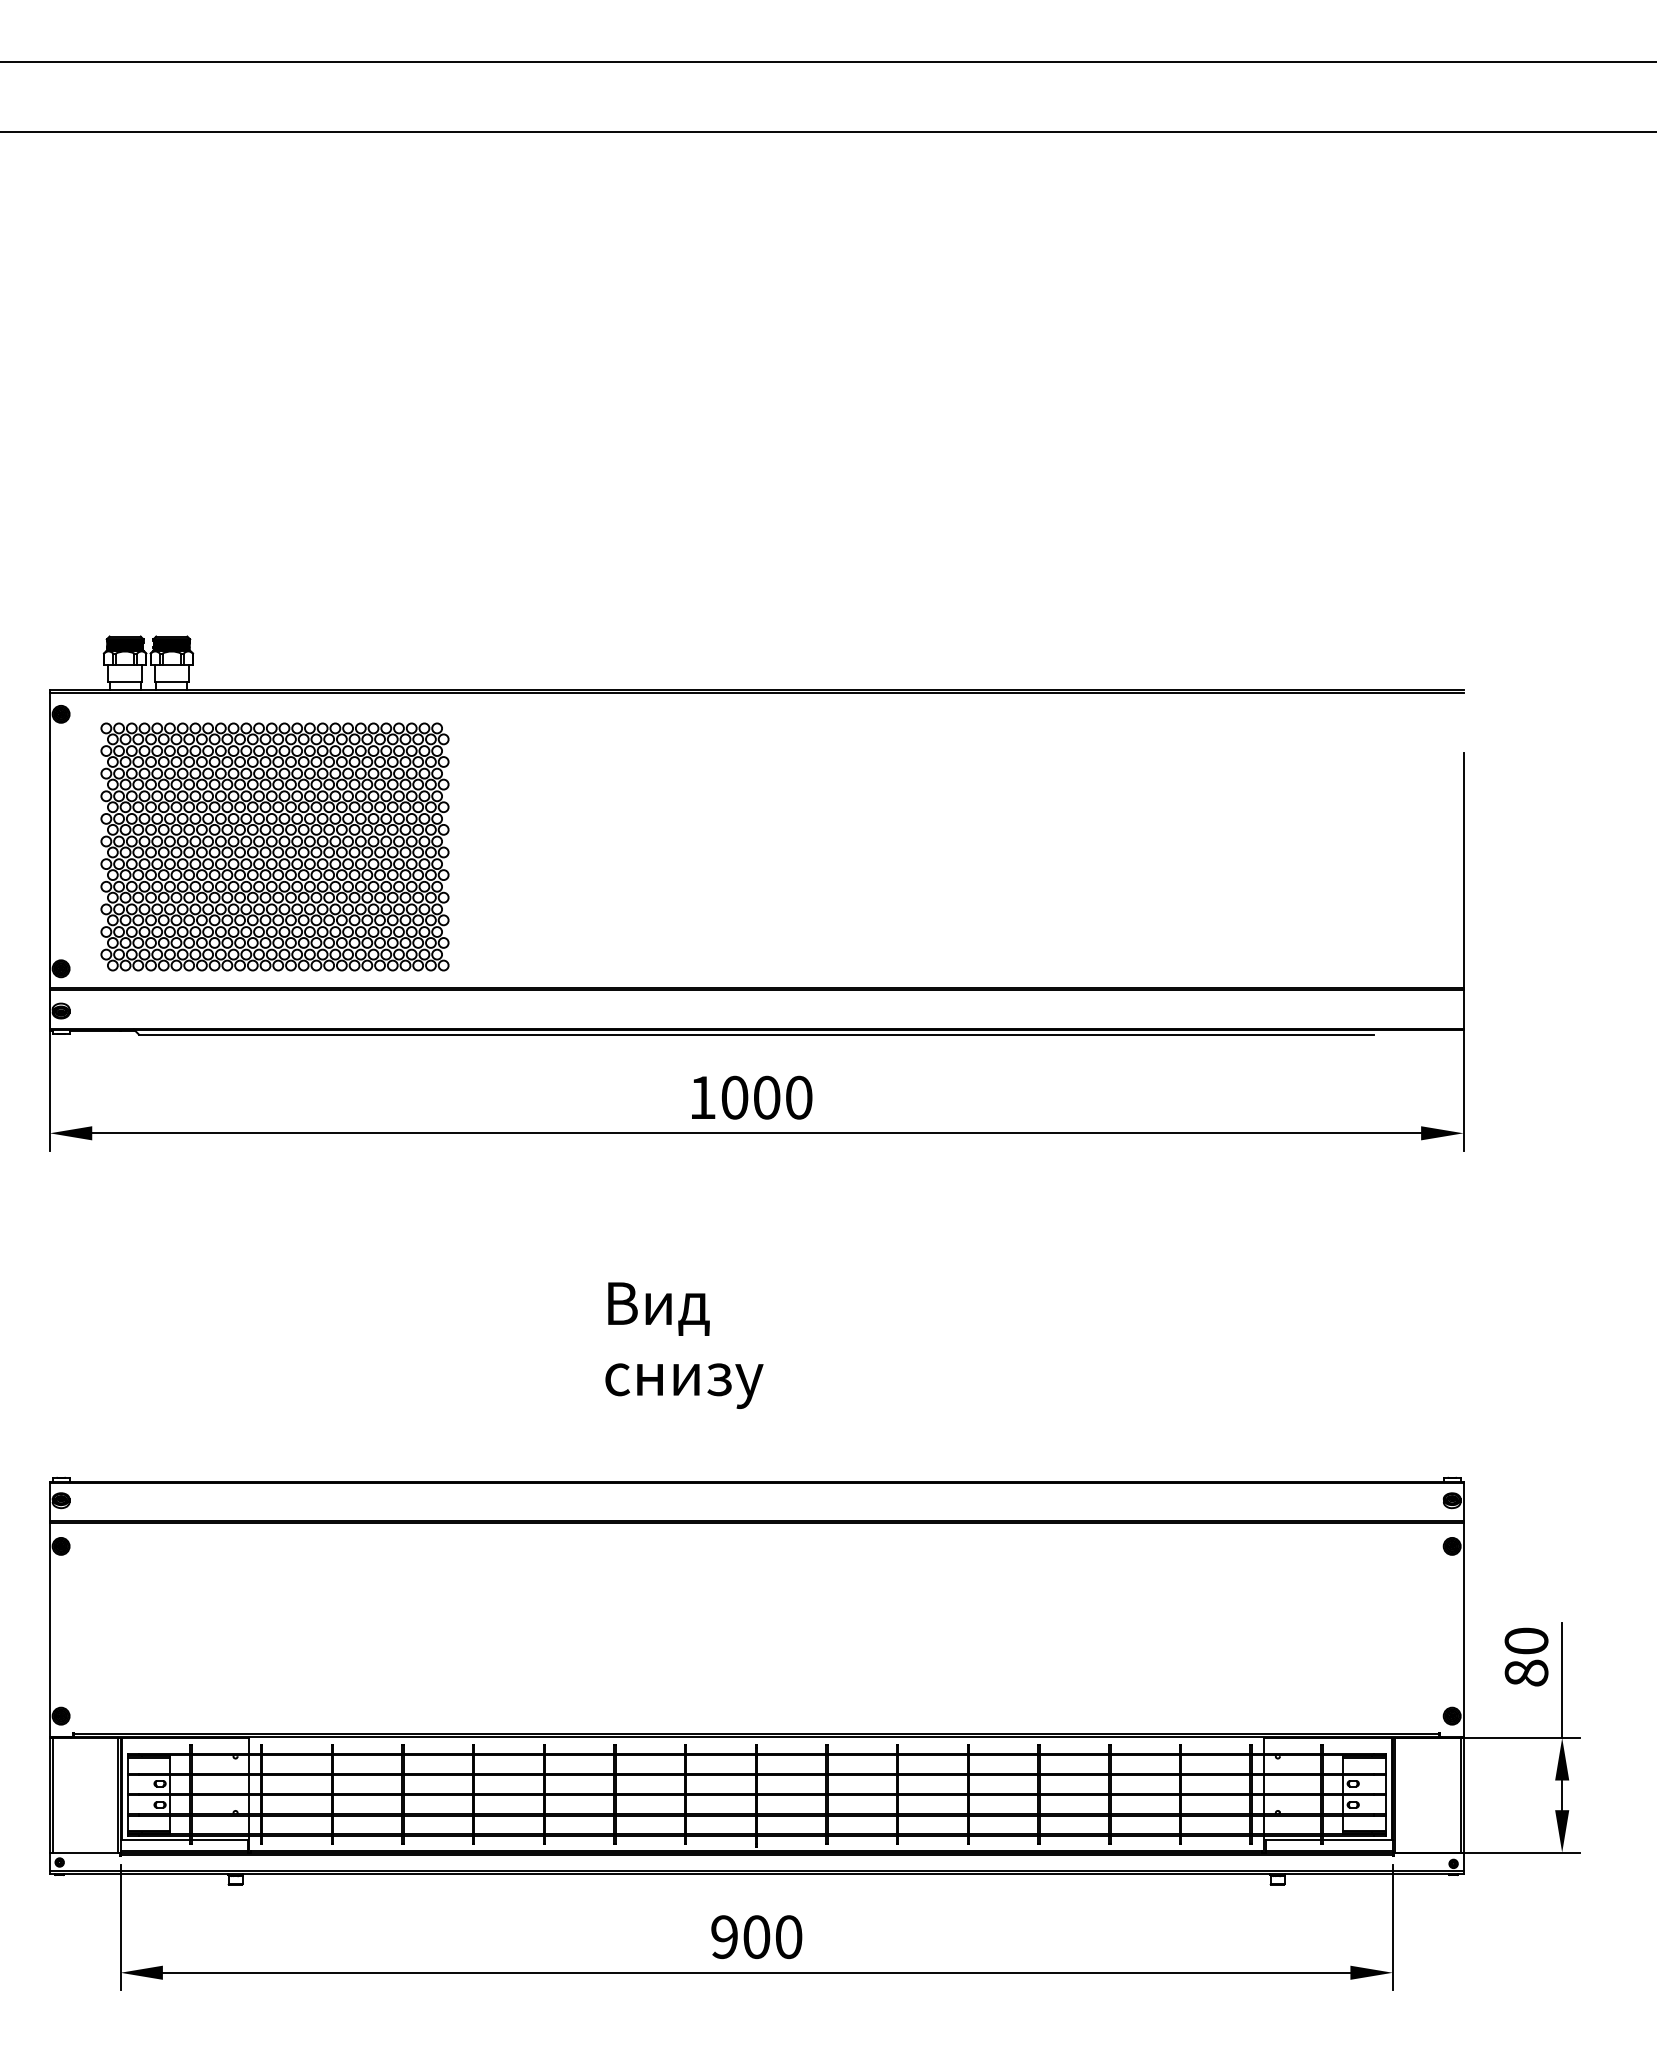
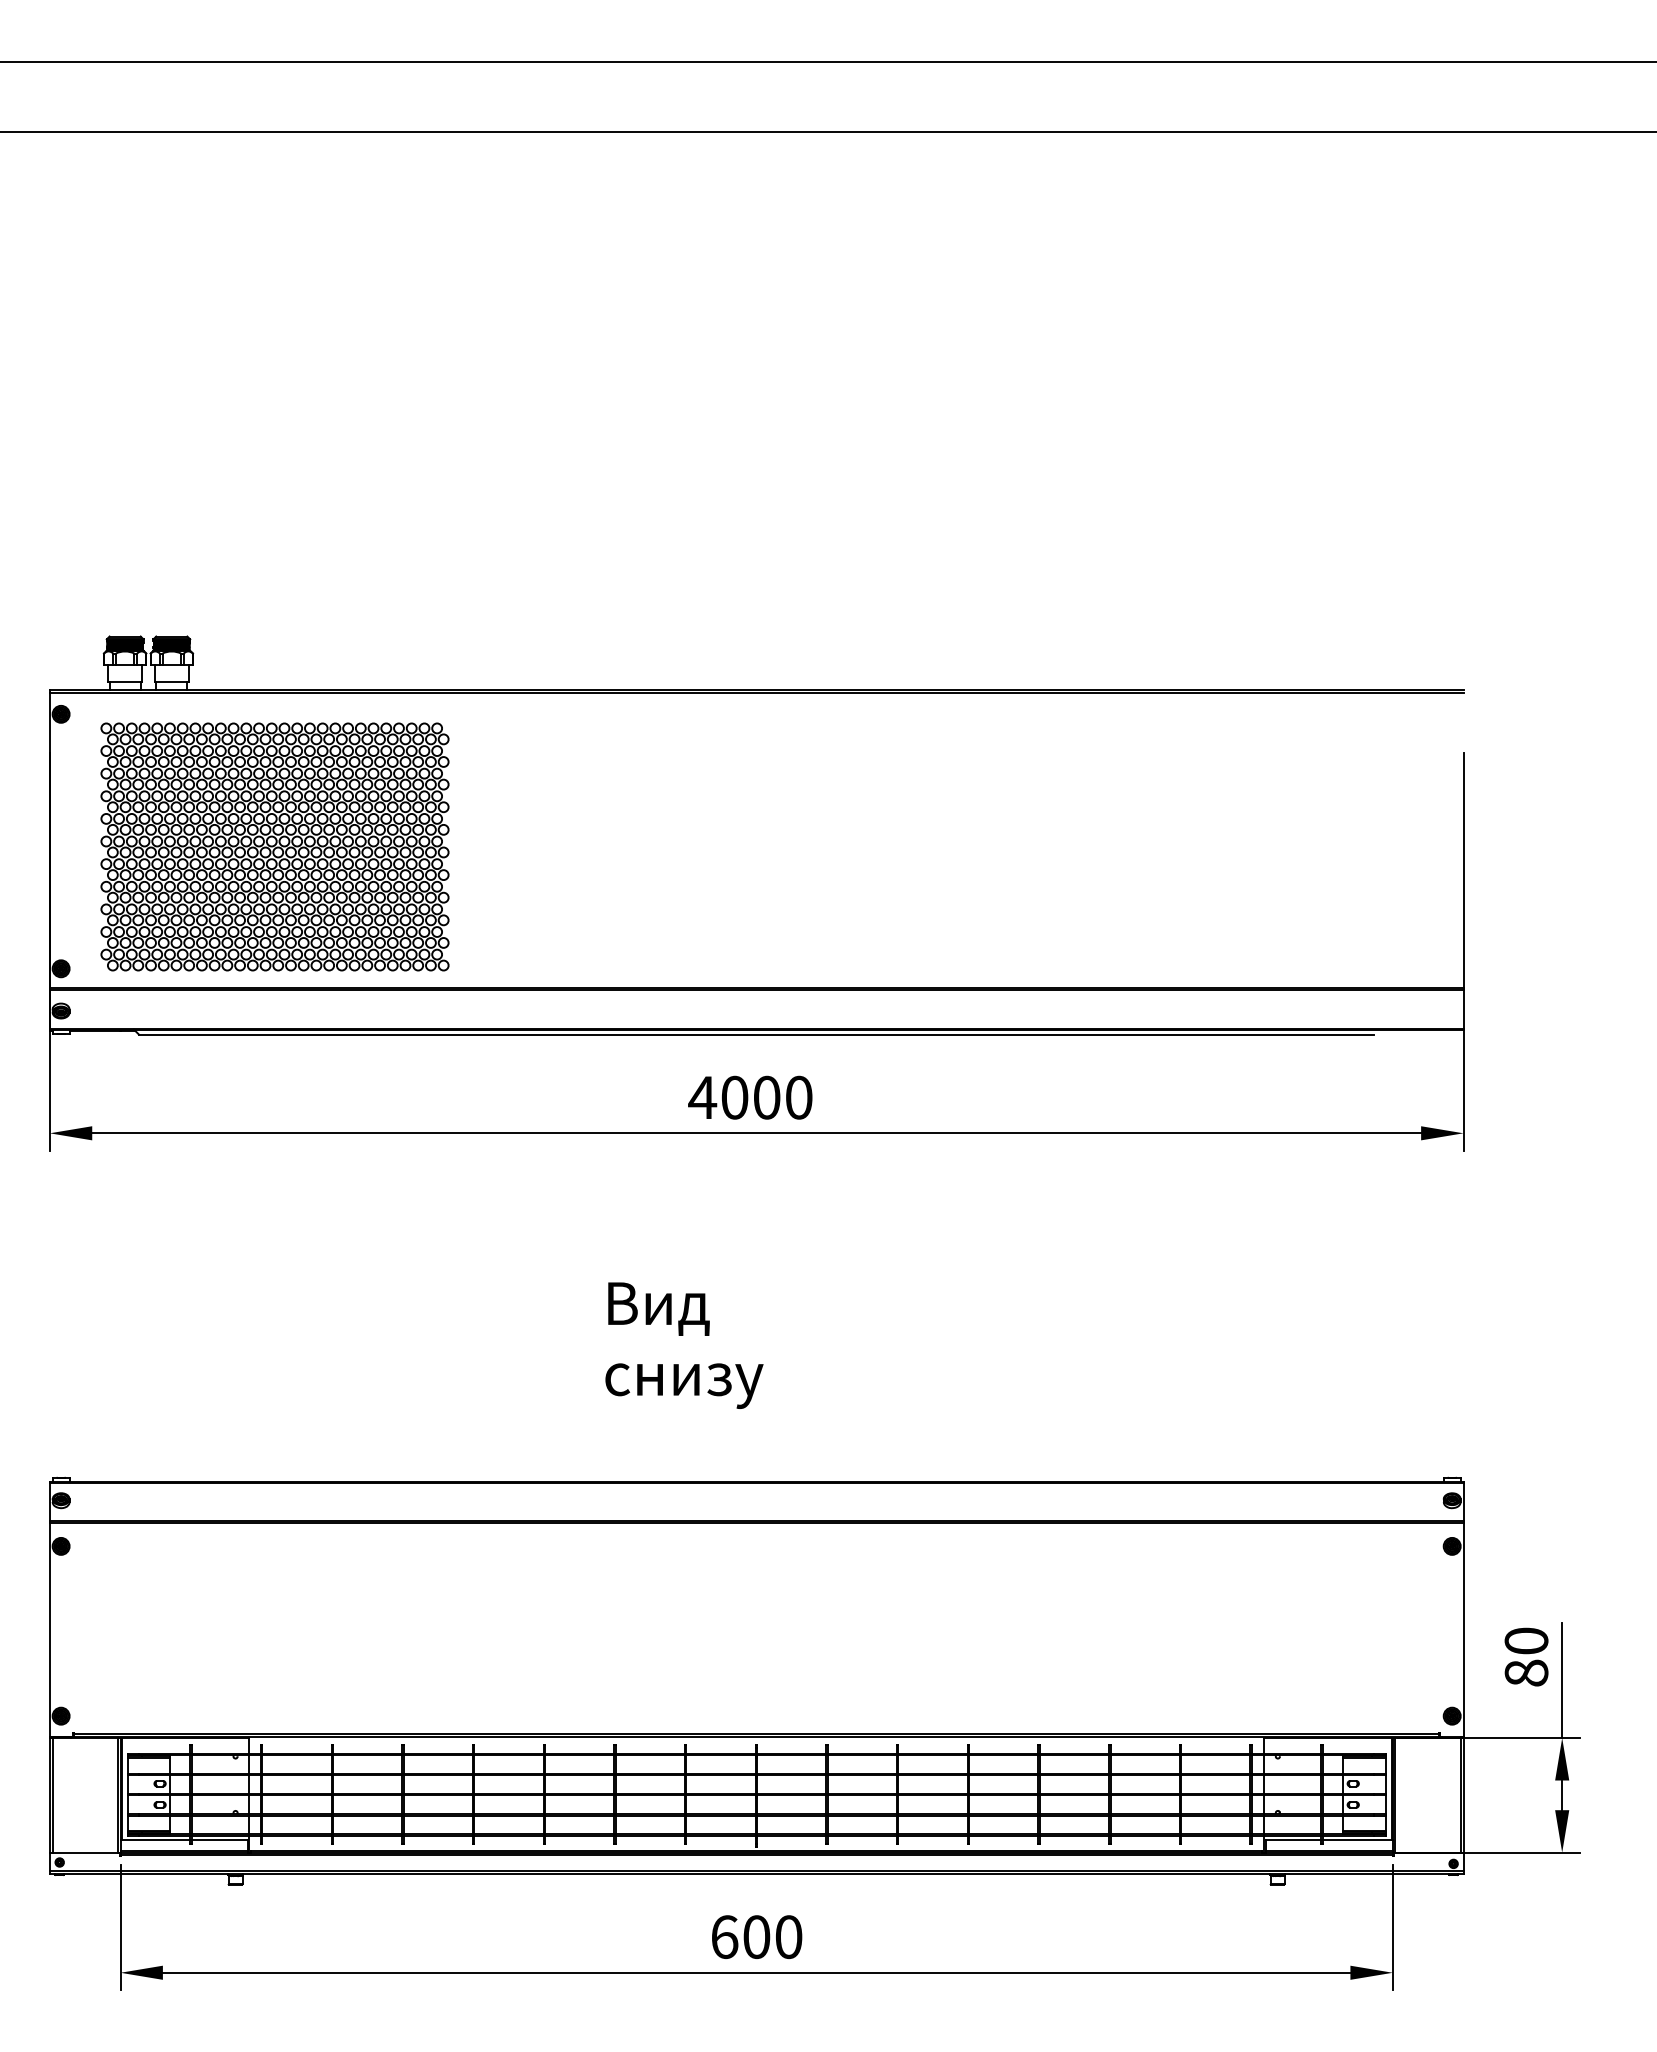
text at (702, 1097): 1000 -> 4000
text at (724, 1937): 900 -> 600
